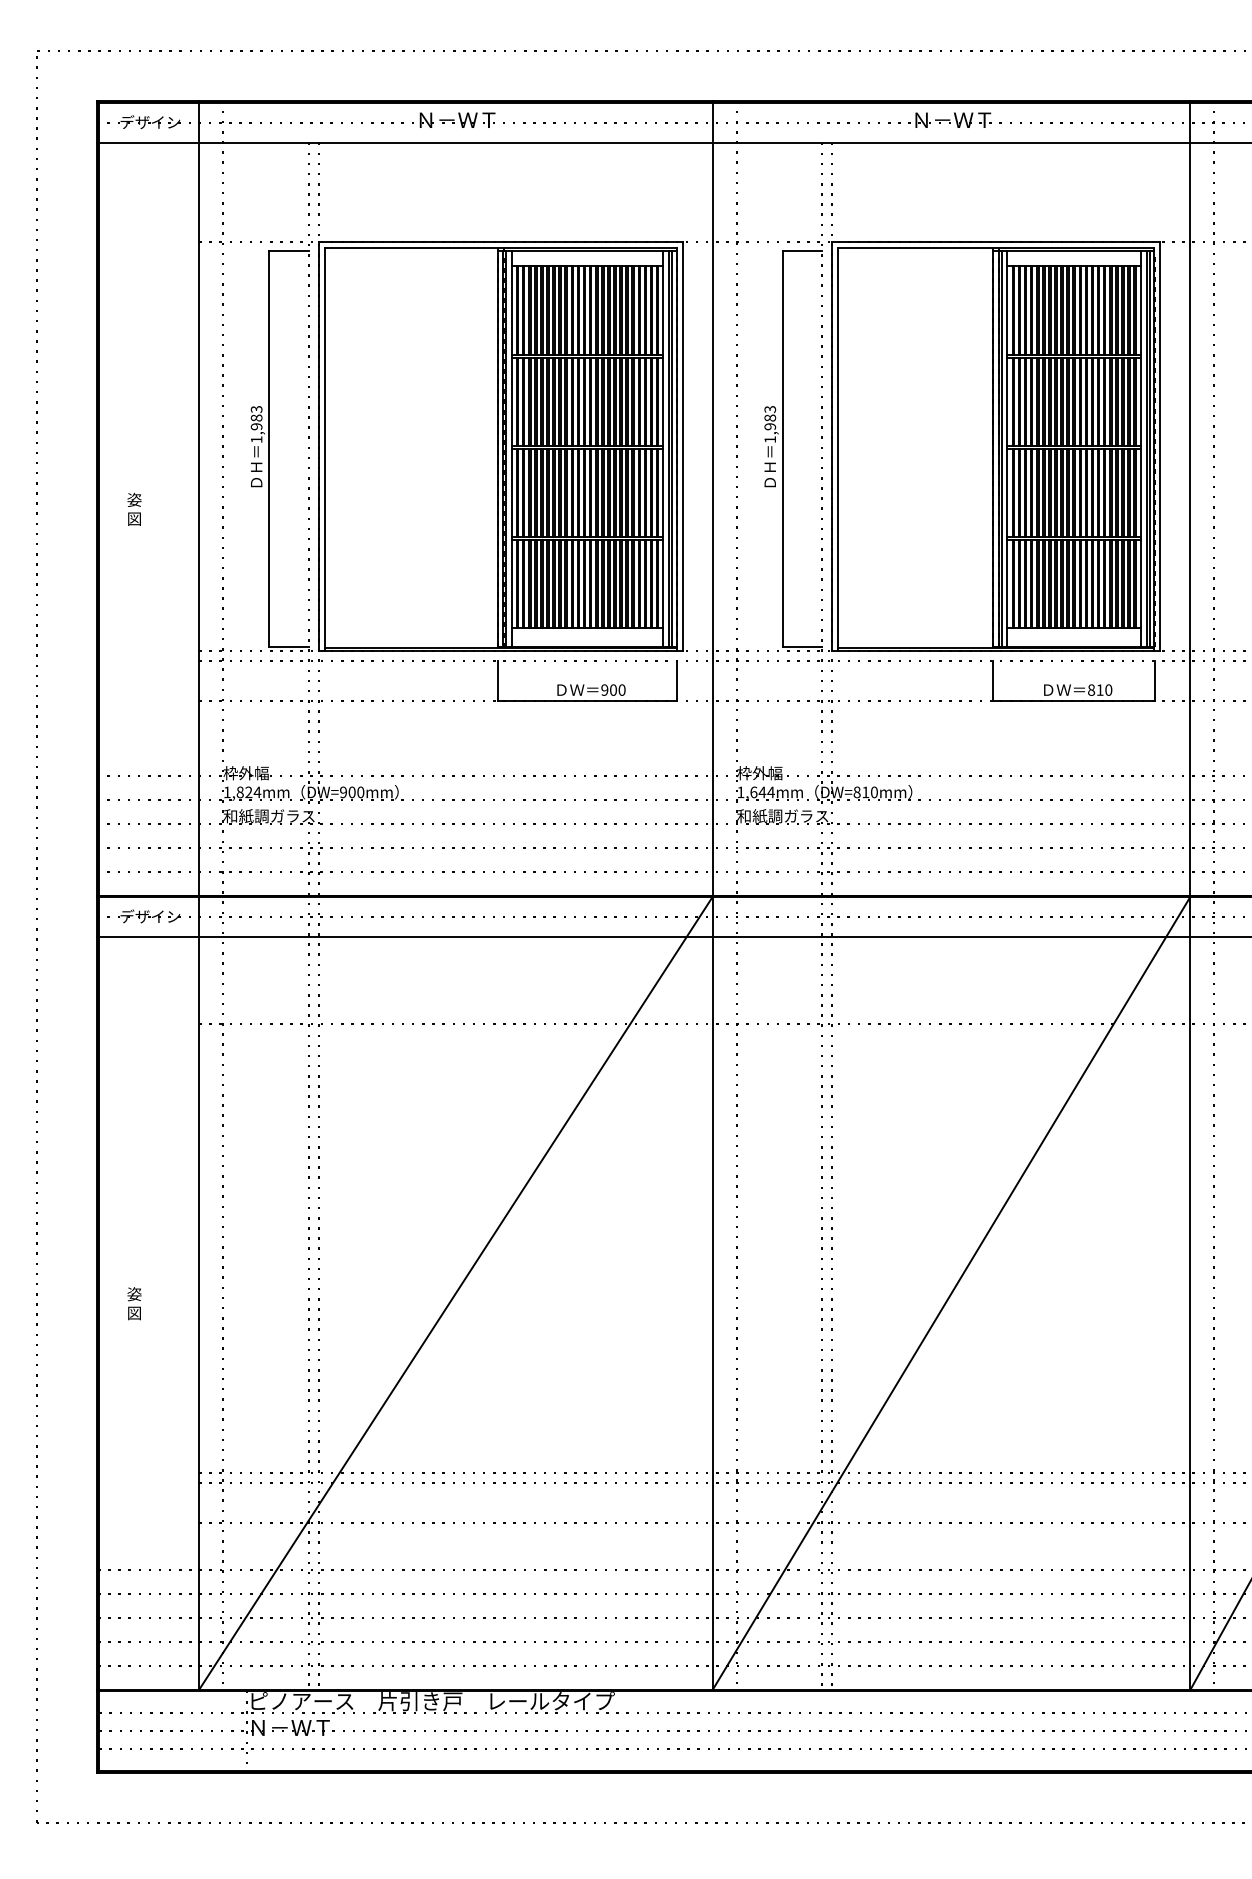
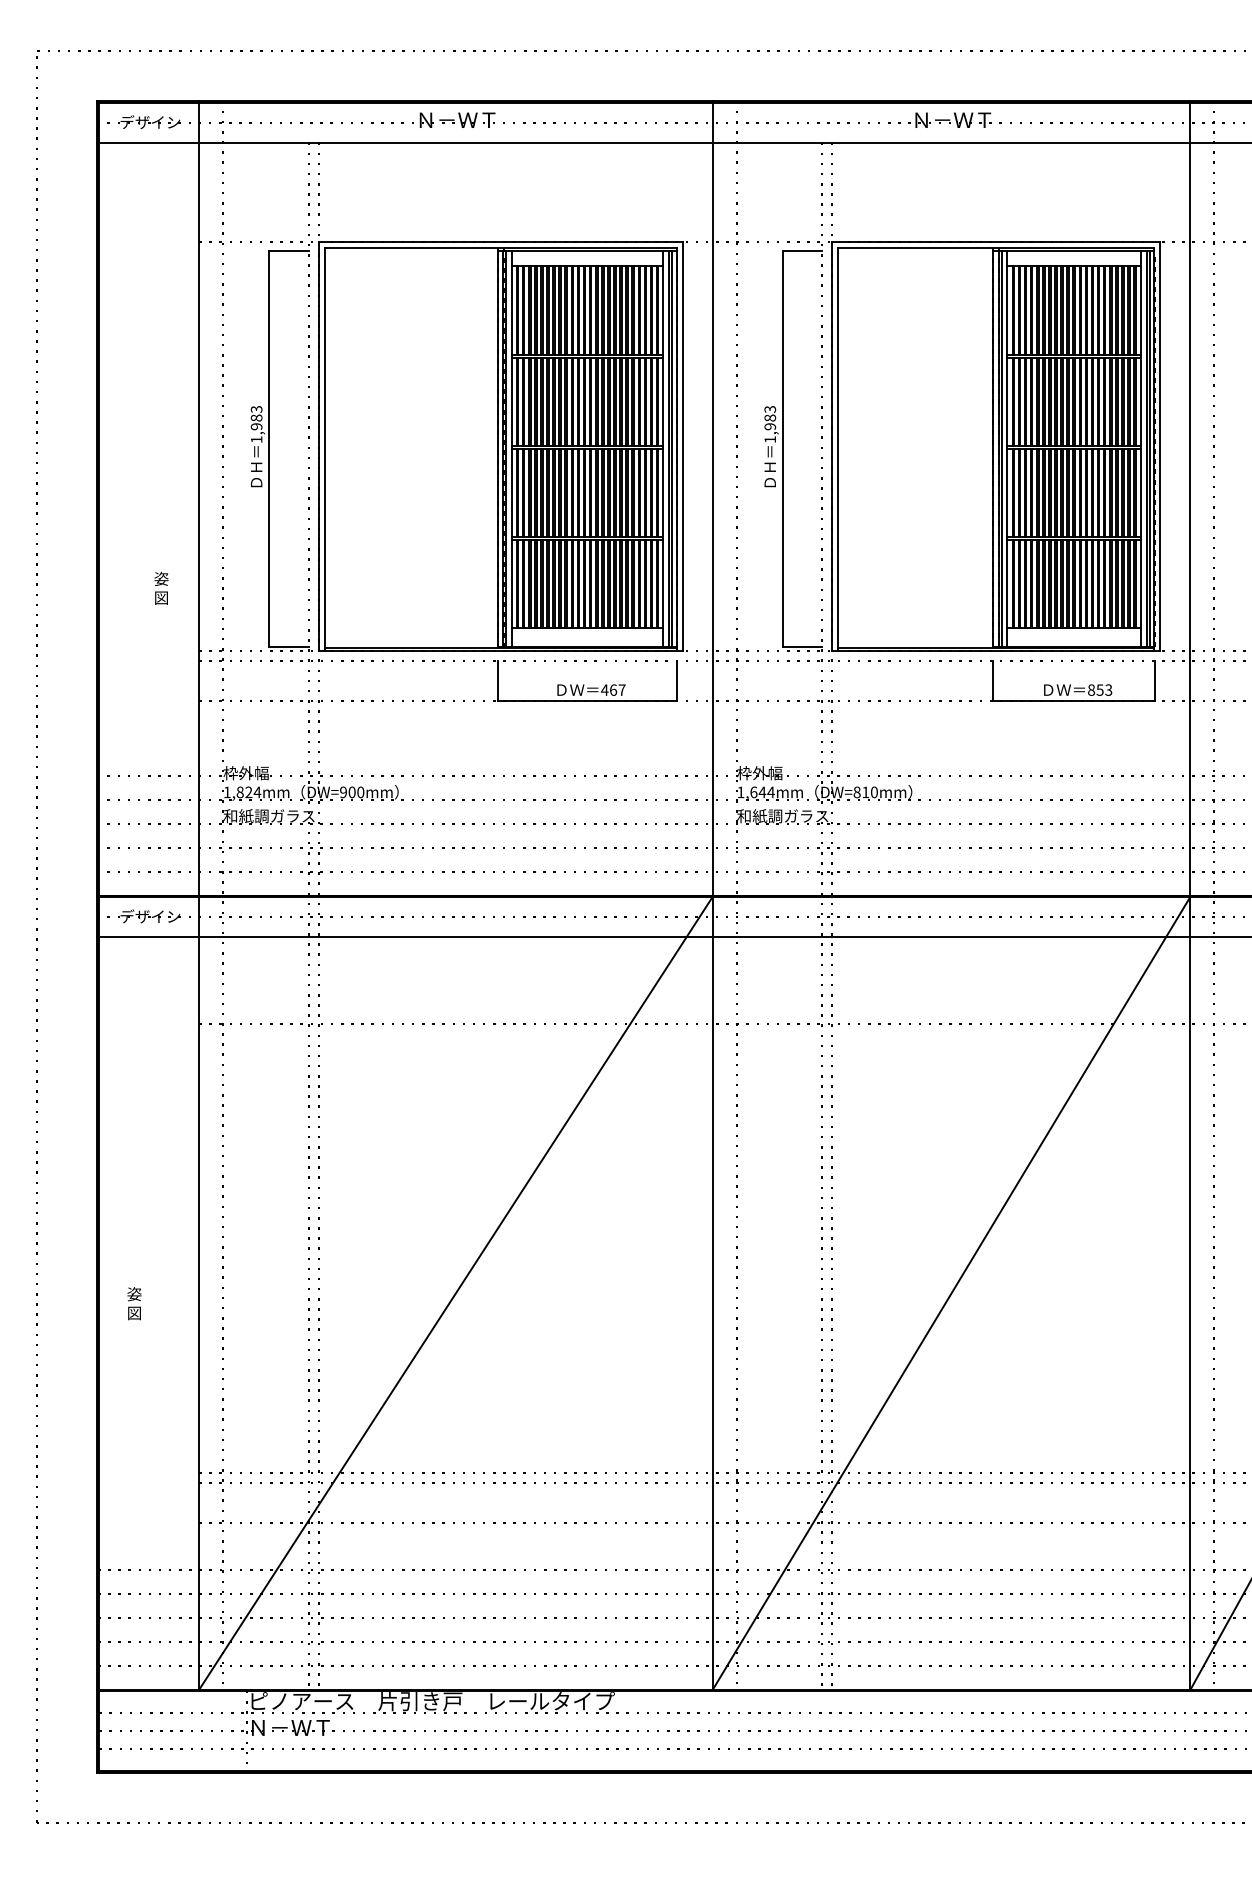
text at (134, 508) position: (134, 508) -> (161, 587)
text at (613, 689): 900 -> 467
text at (1104, 689): 810 -> 853
